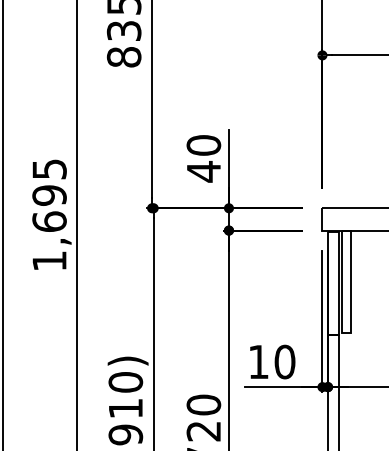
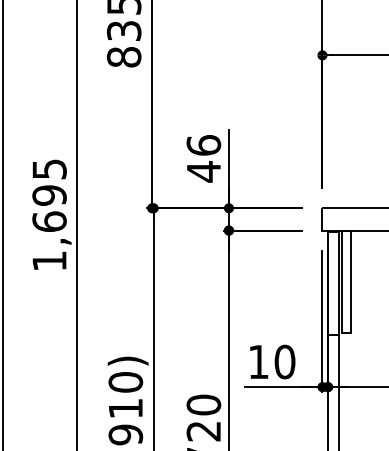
text at (203, 145): 40 -> 46
